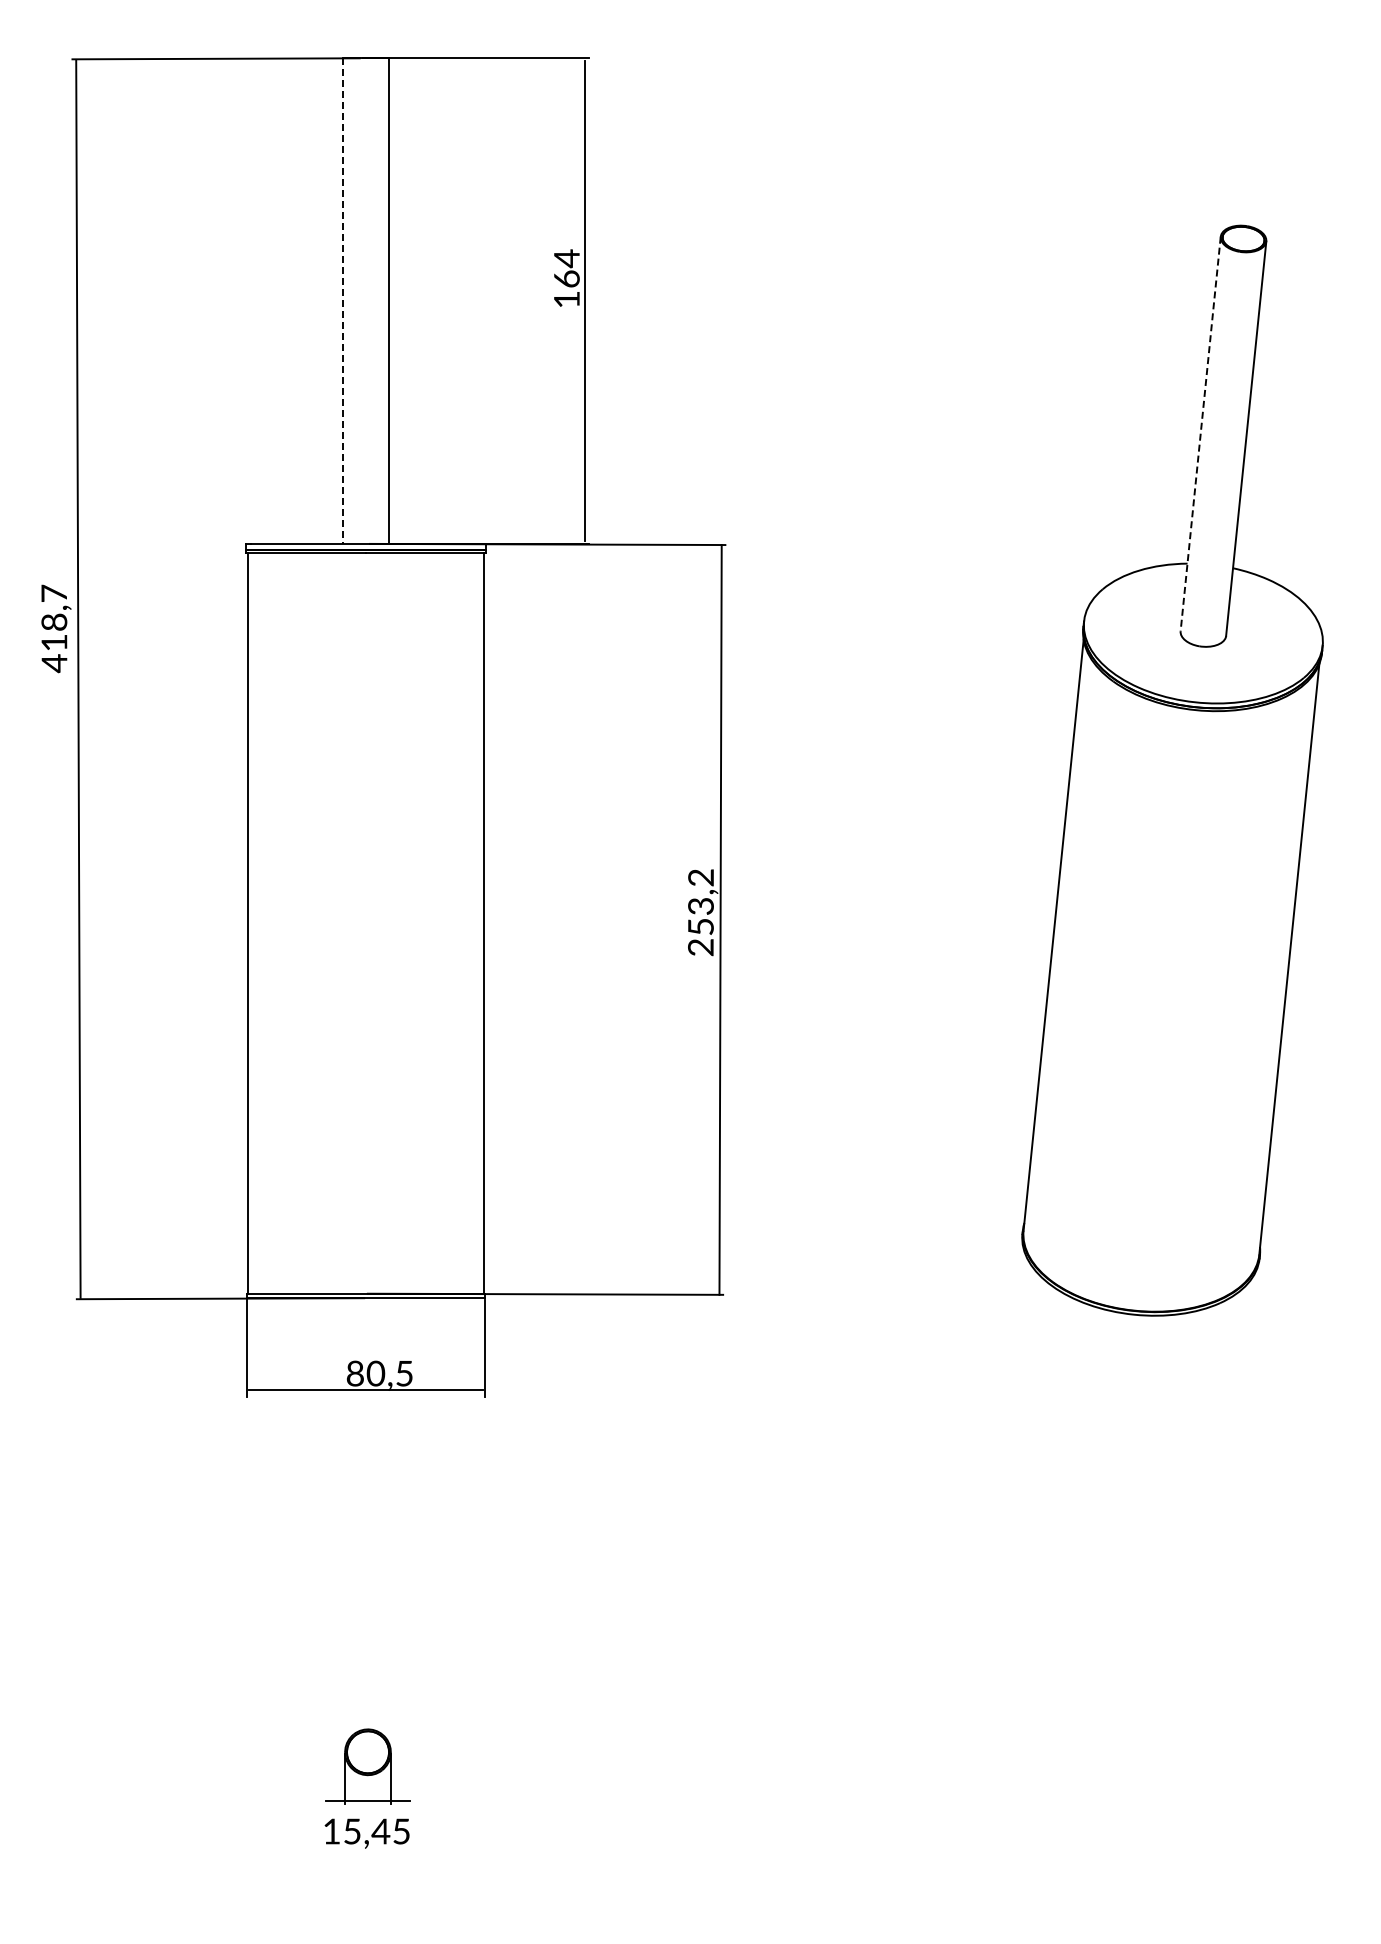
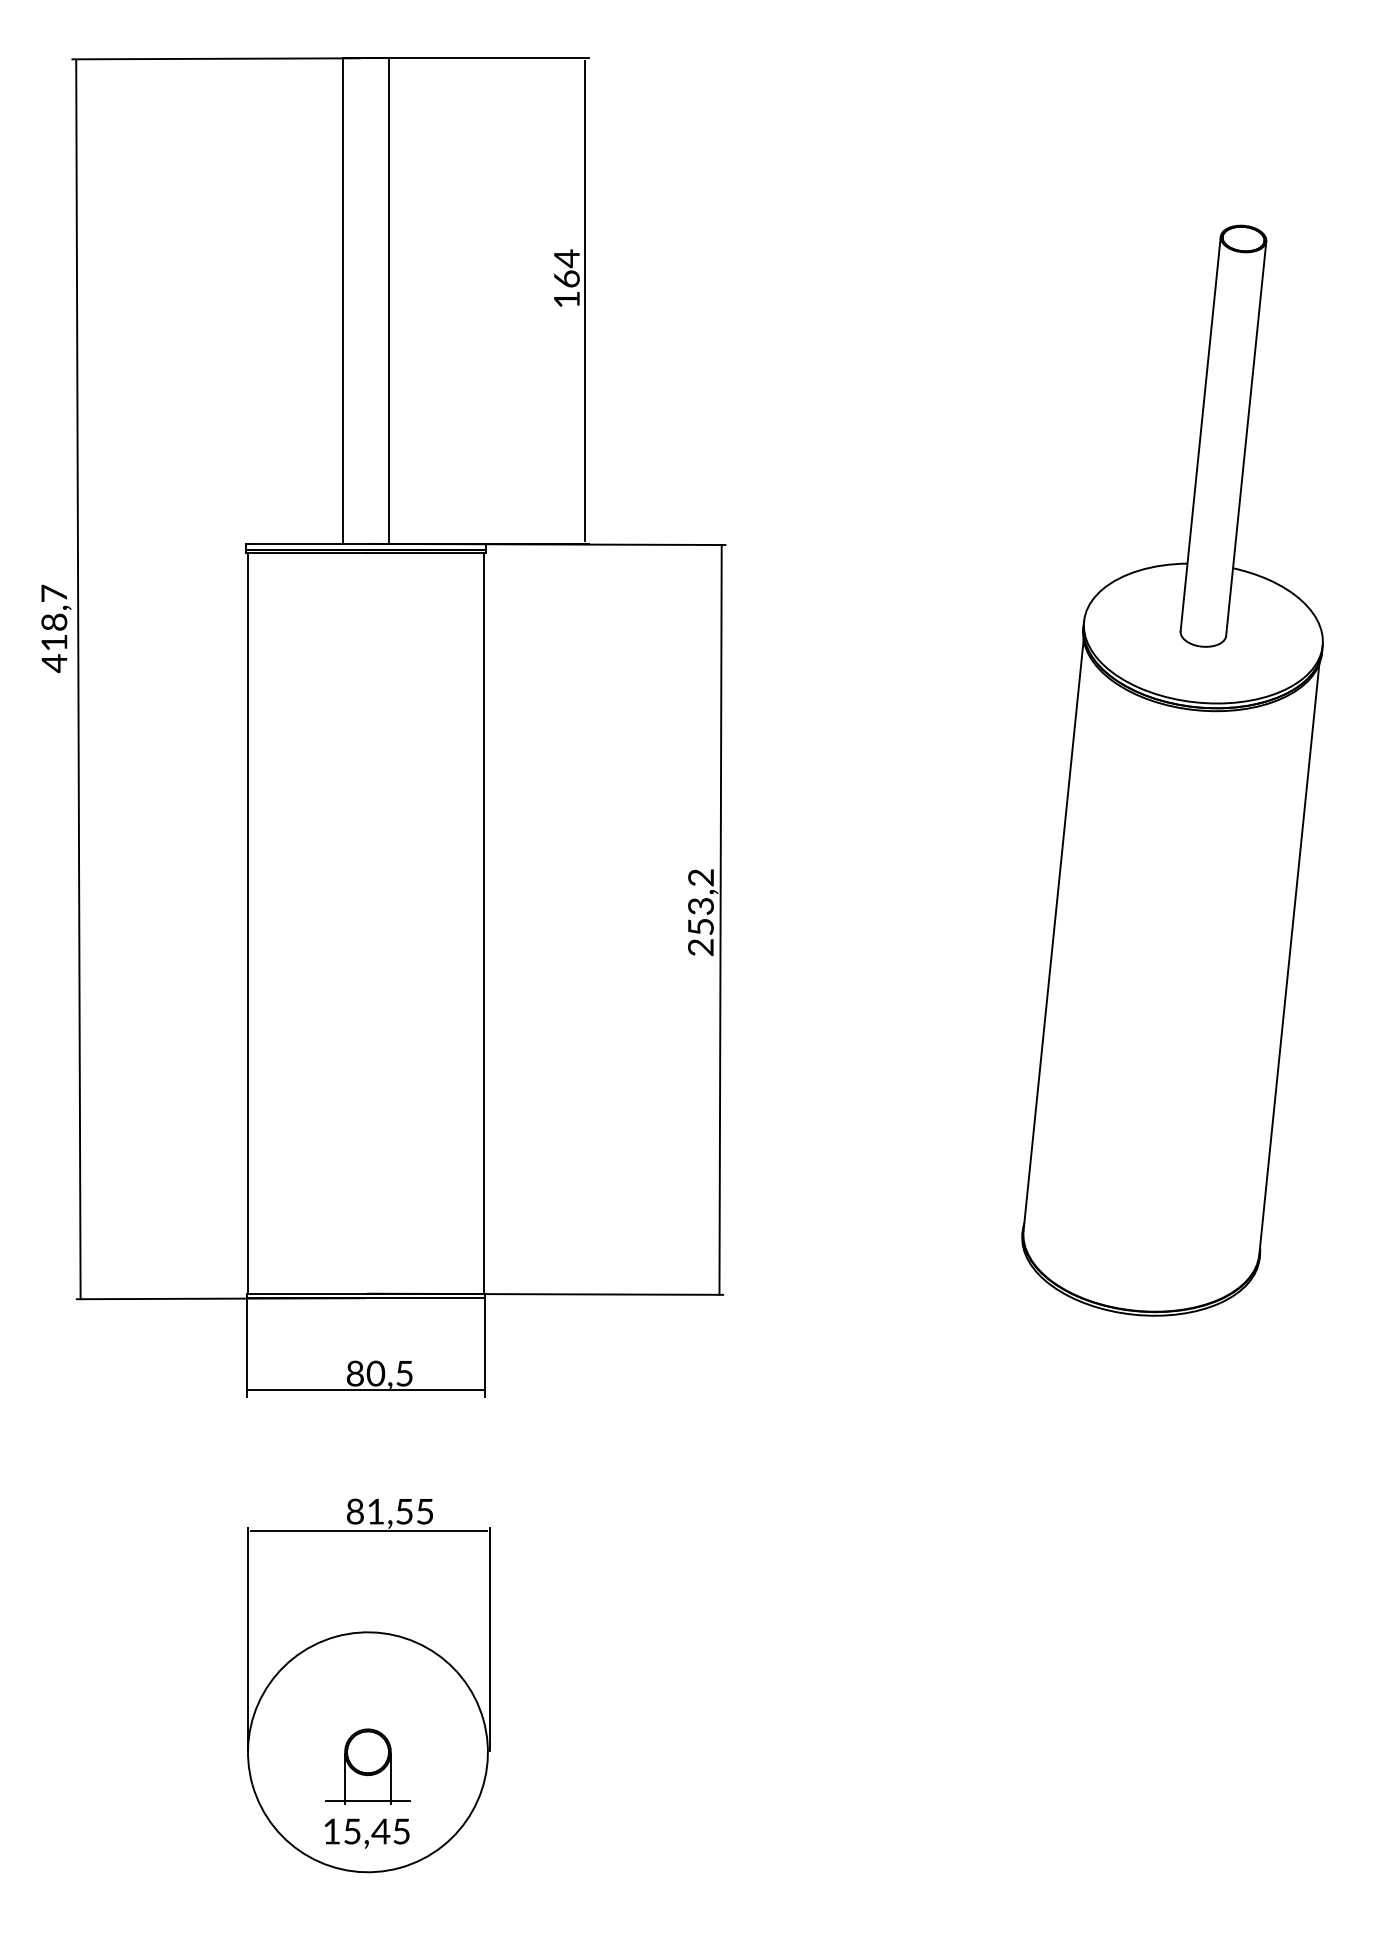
line at (343, 301): dashed -> solid
line at (1200, 434): dashed -> solid
part at (368, 1685): none -> present
